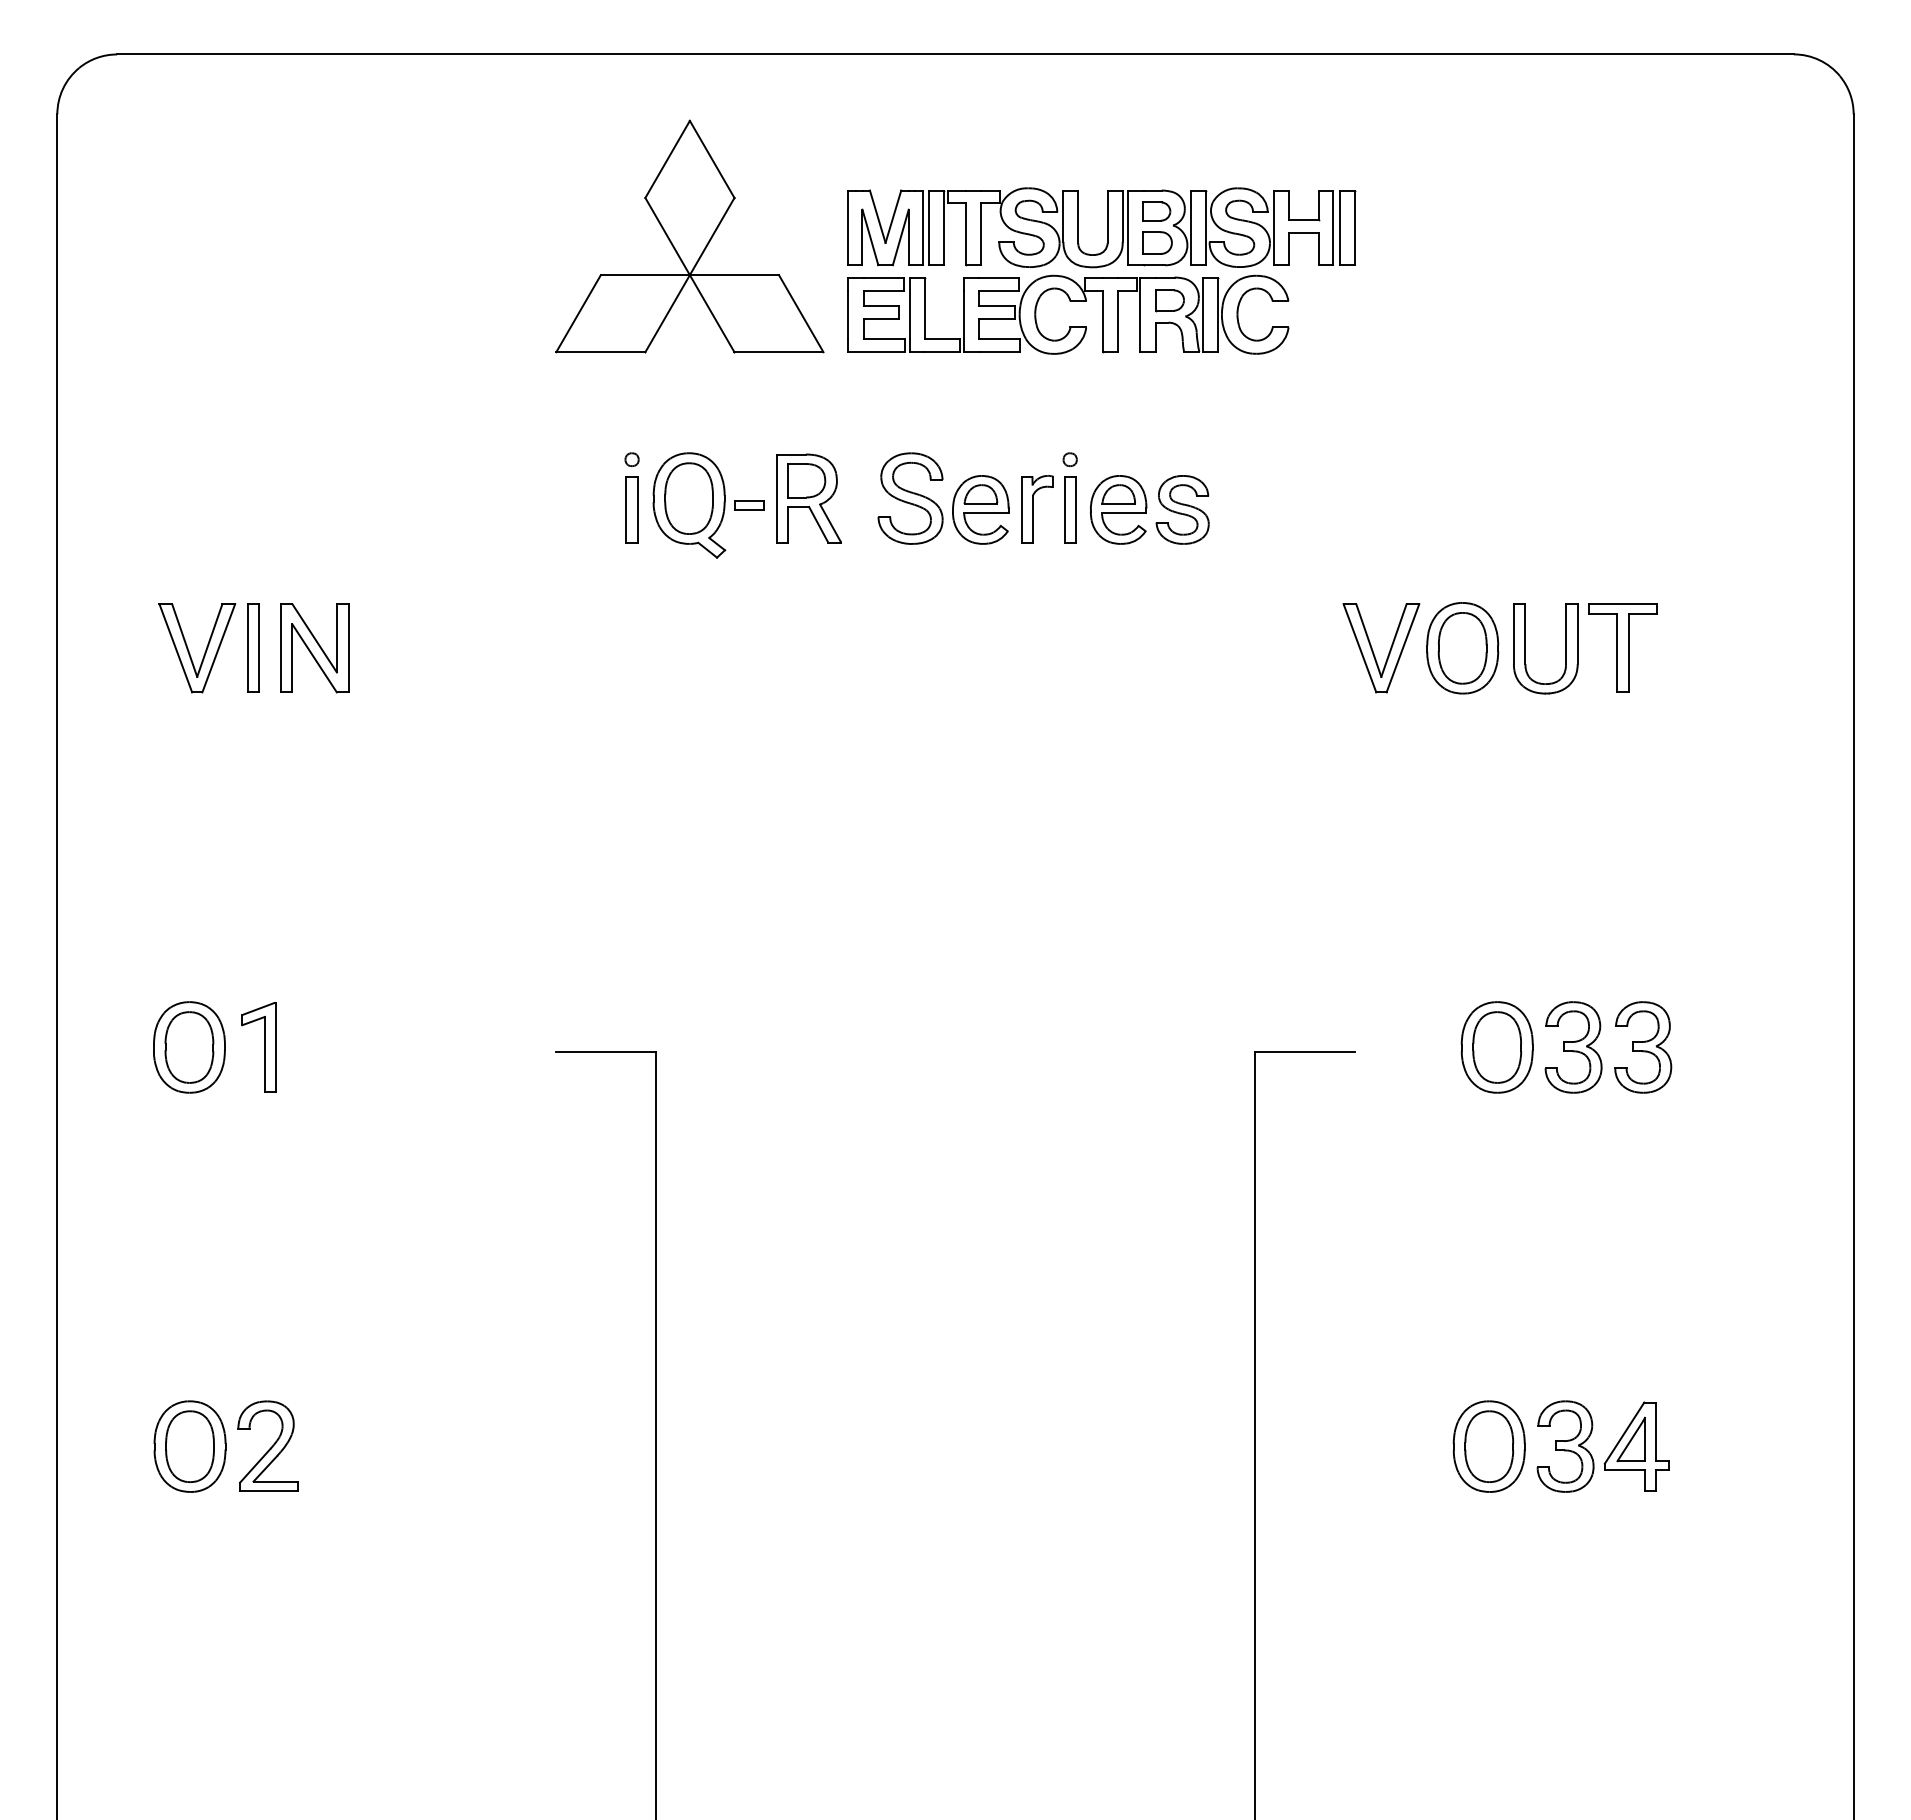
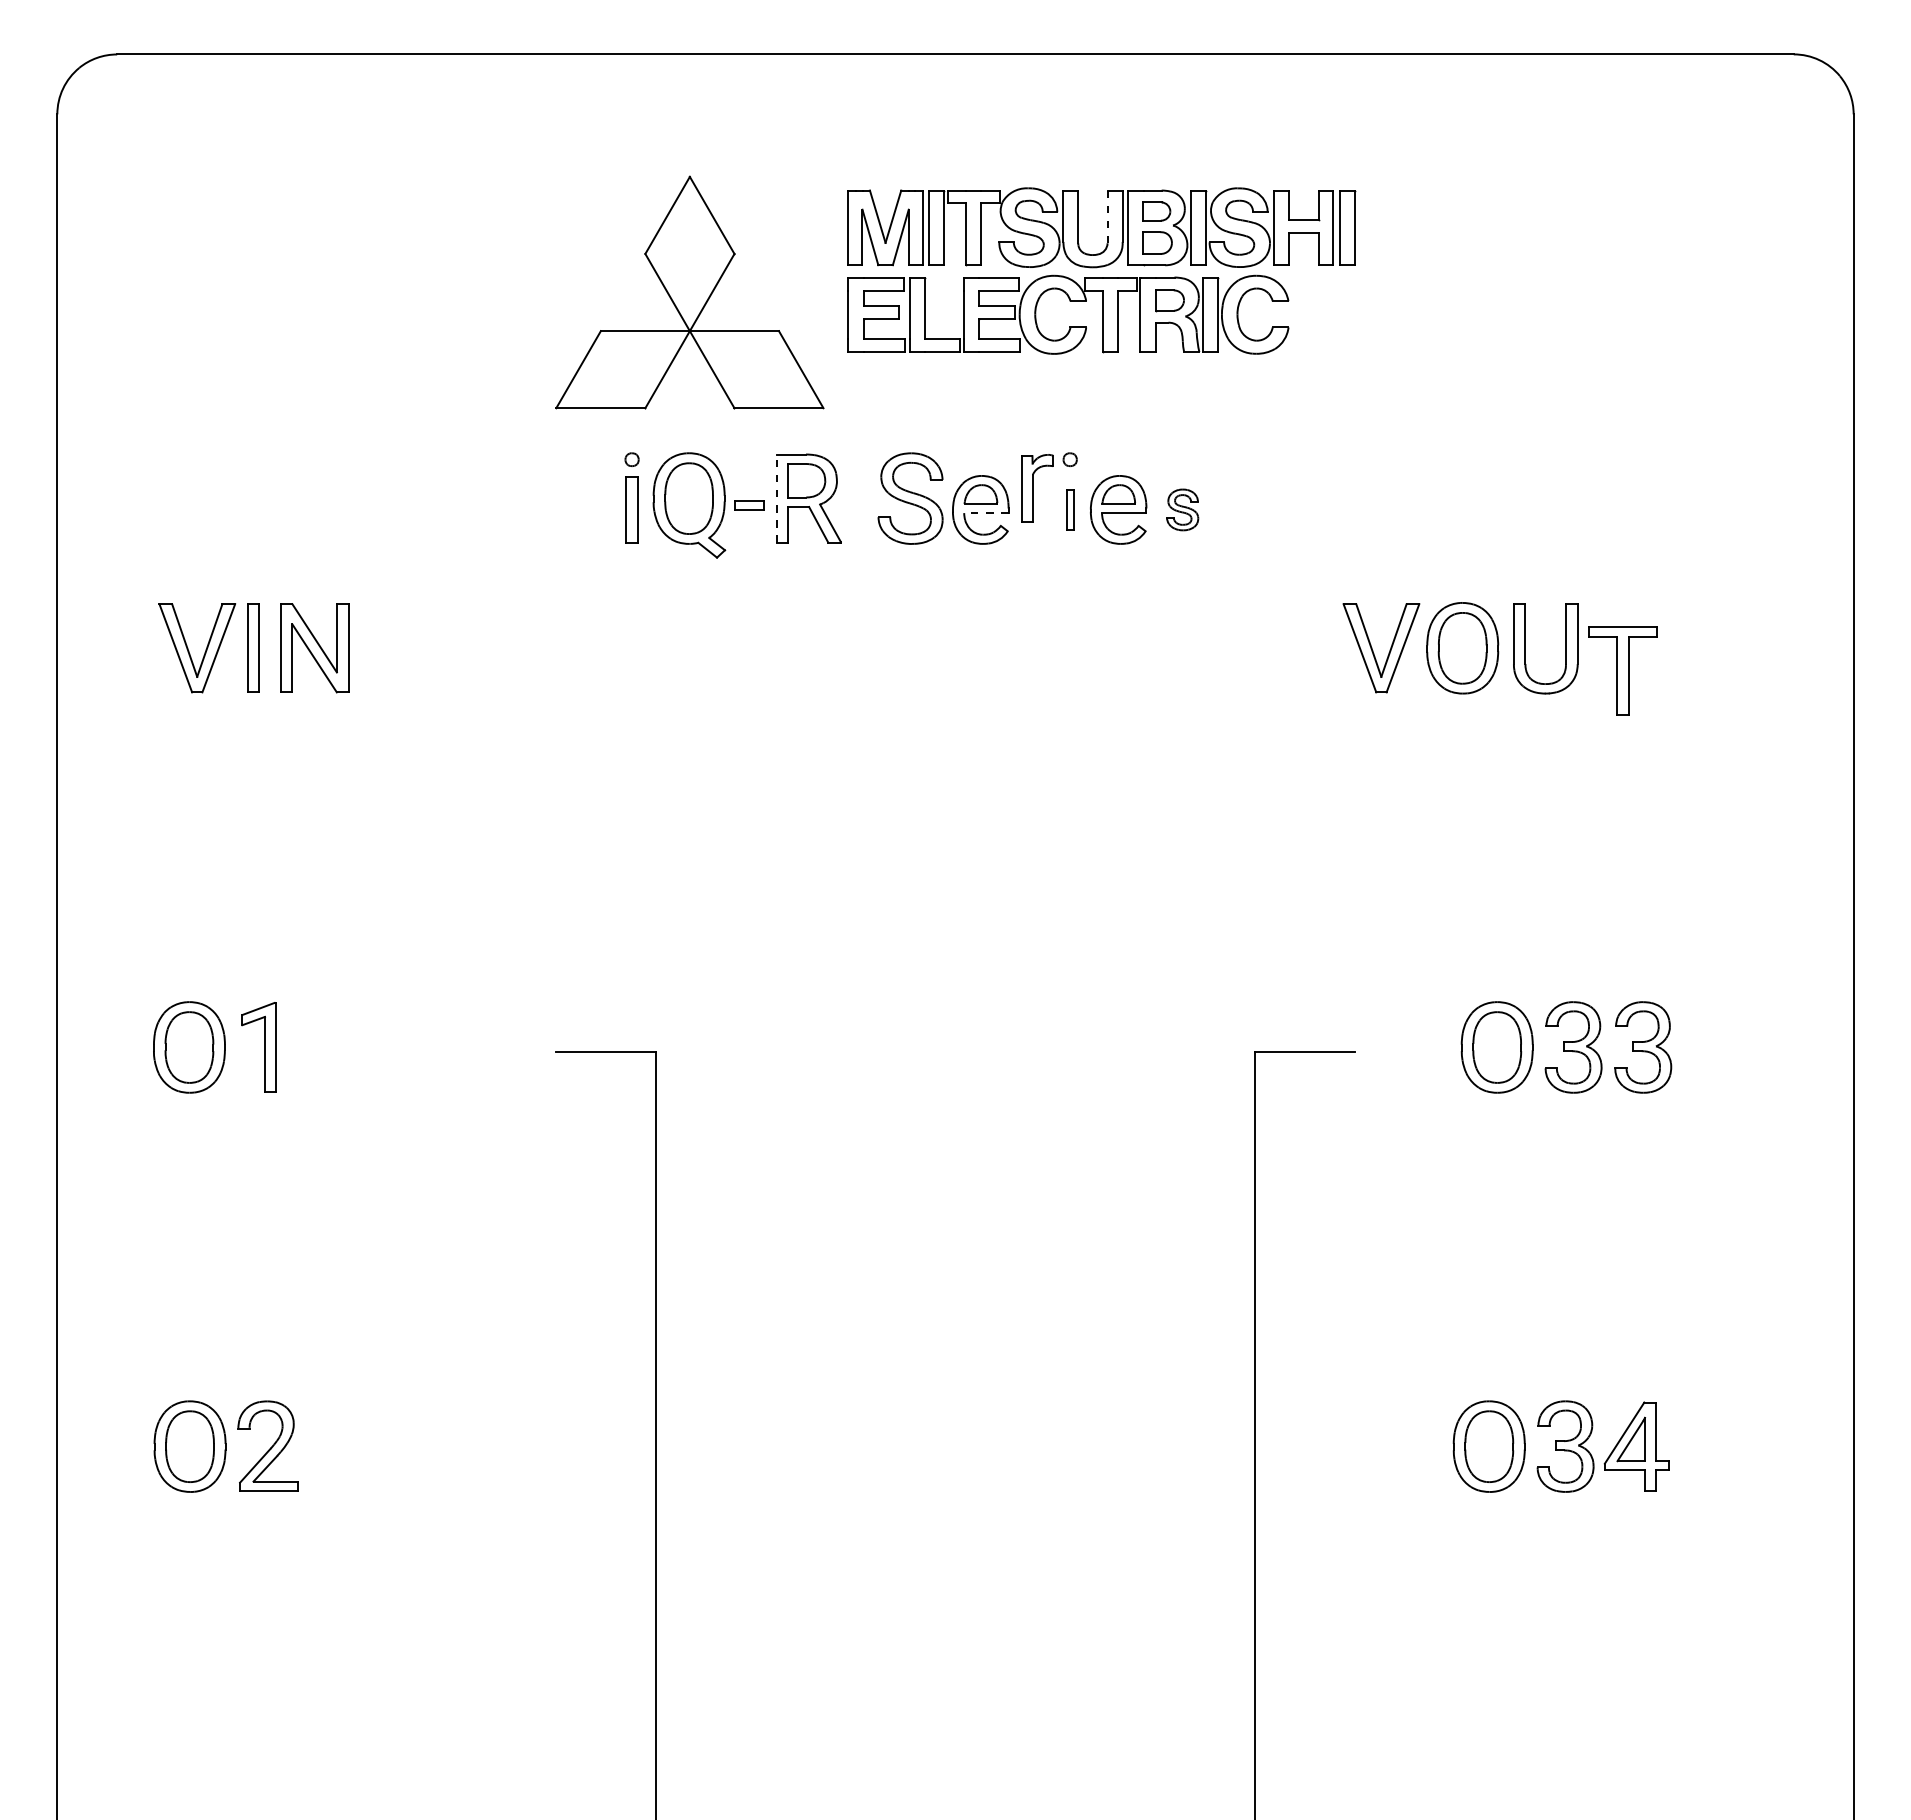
line at (1107, 217): solid -> dashed
part at (689, 236) position: (689, 236) -> (689, 292)
line at (776, 498): solid -> dashed
part at (1037, 509) position: (1037, 509) -> (1037, 488)
part at (1070, 509) size: 13x68 px -> 9x42 px
part at (1182, 509) size: 55x70 px -> 34x44 px
line at (985, 513): solid -> dashed
part at (1622, 647) position: (1622, 647) -> (1622, 670)
